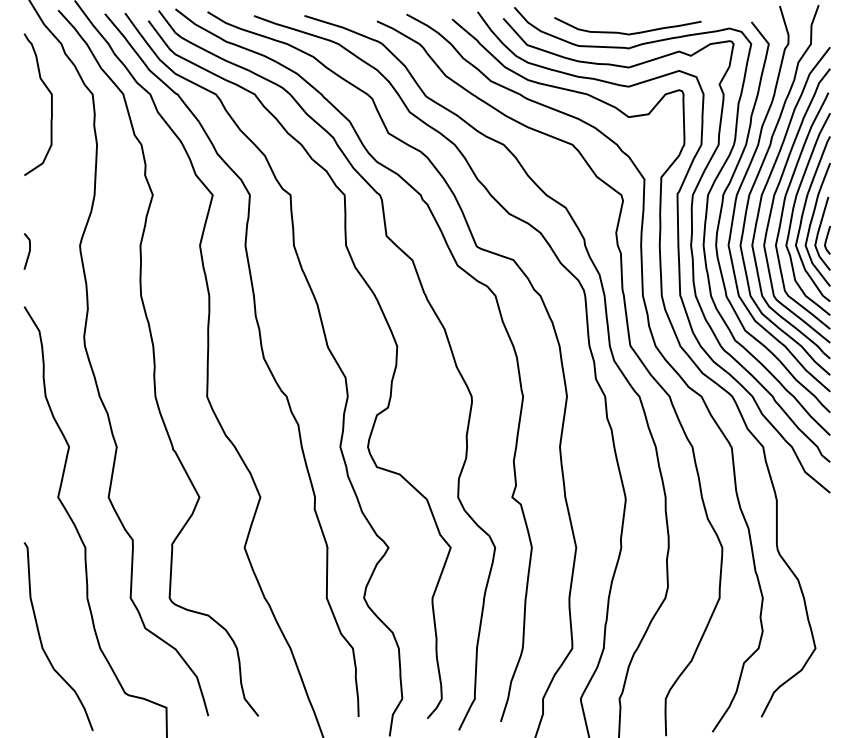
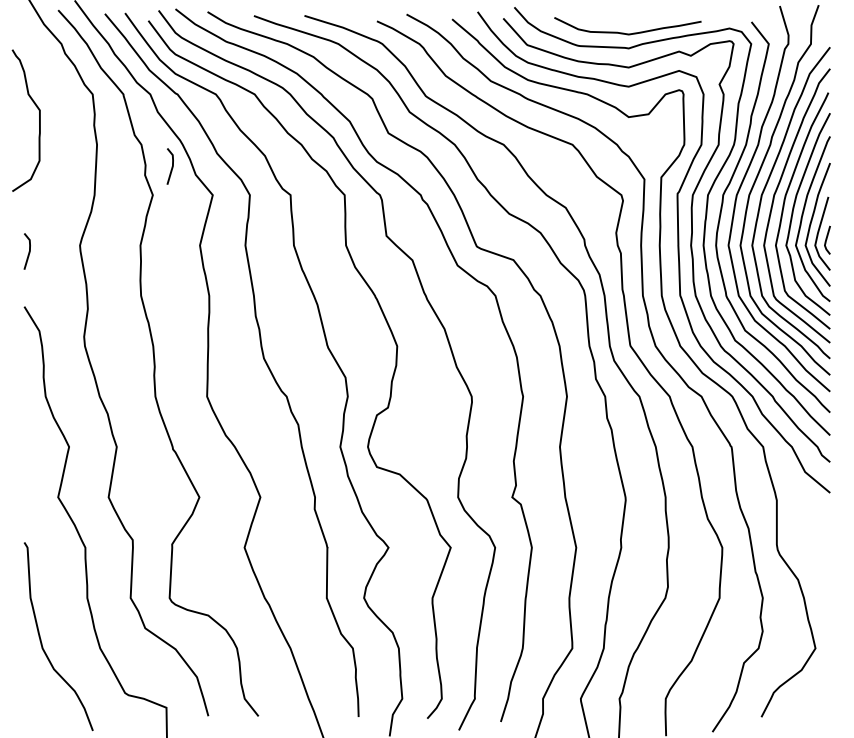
curve at (51, 104) position: (51, 104) -> (39, 120)
line at (171, 166): none -> present
